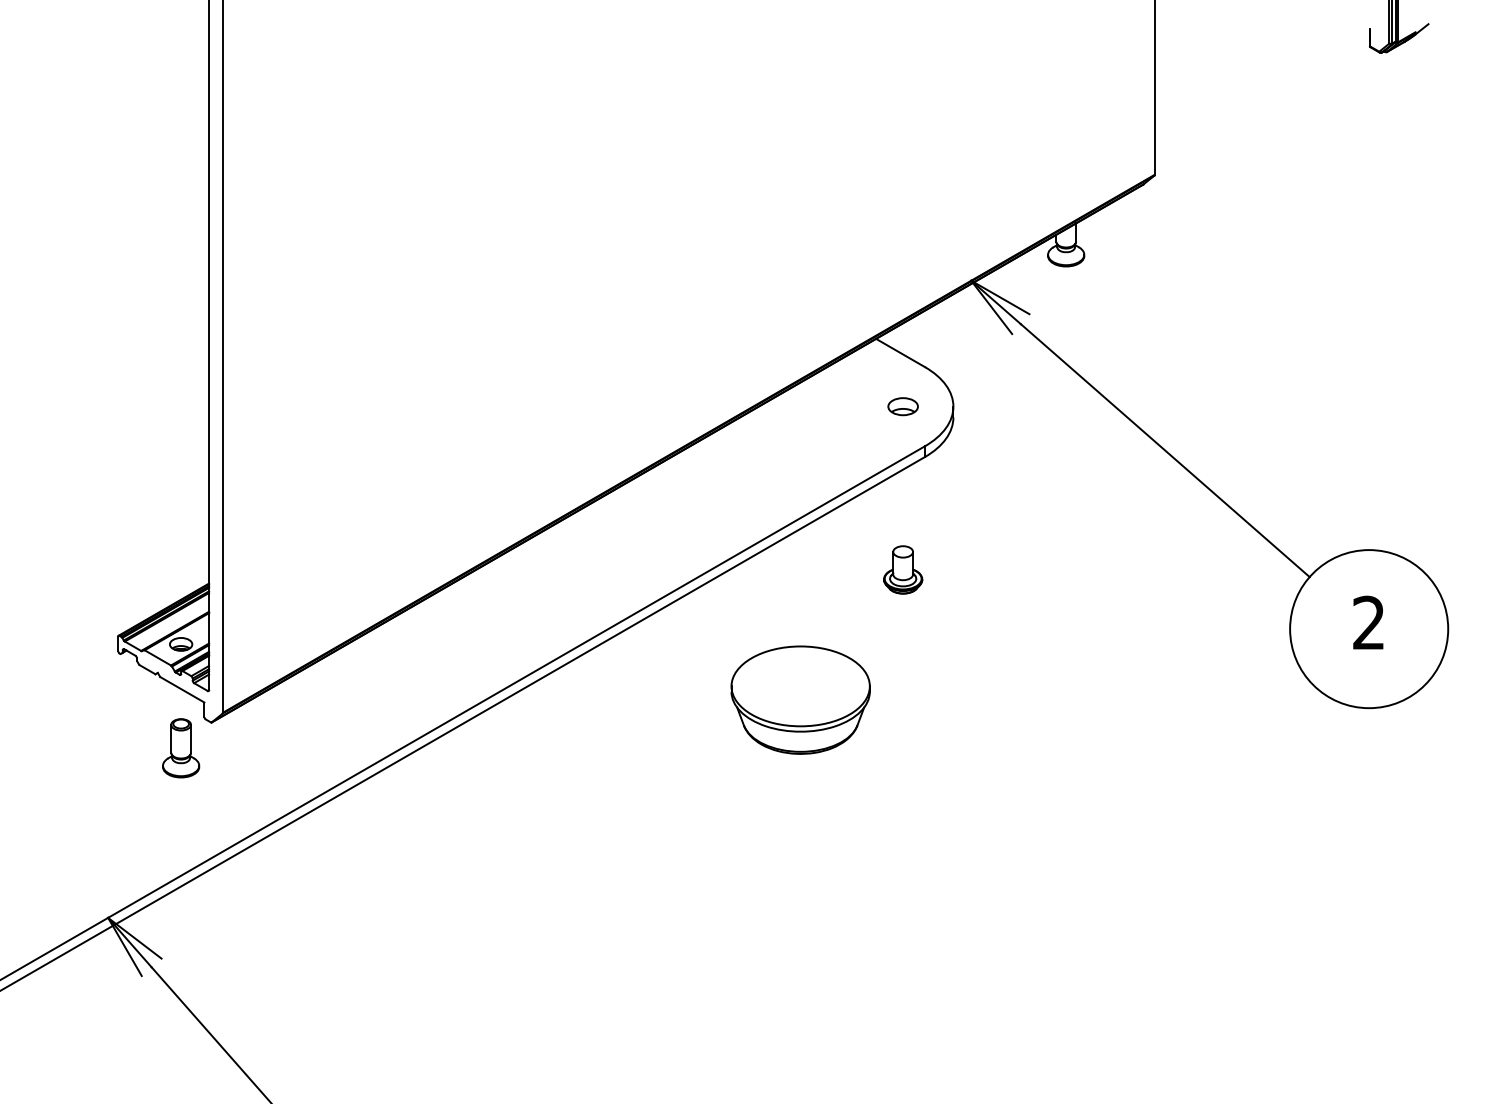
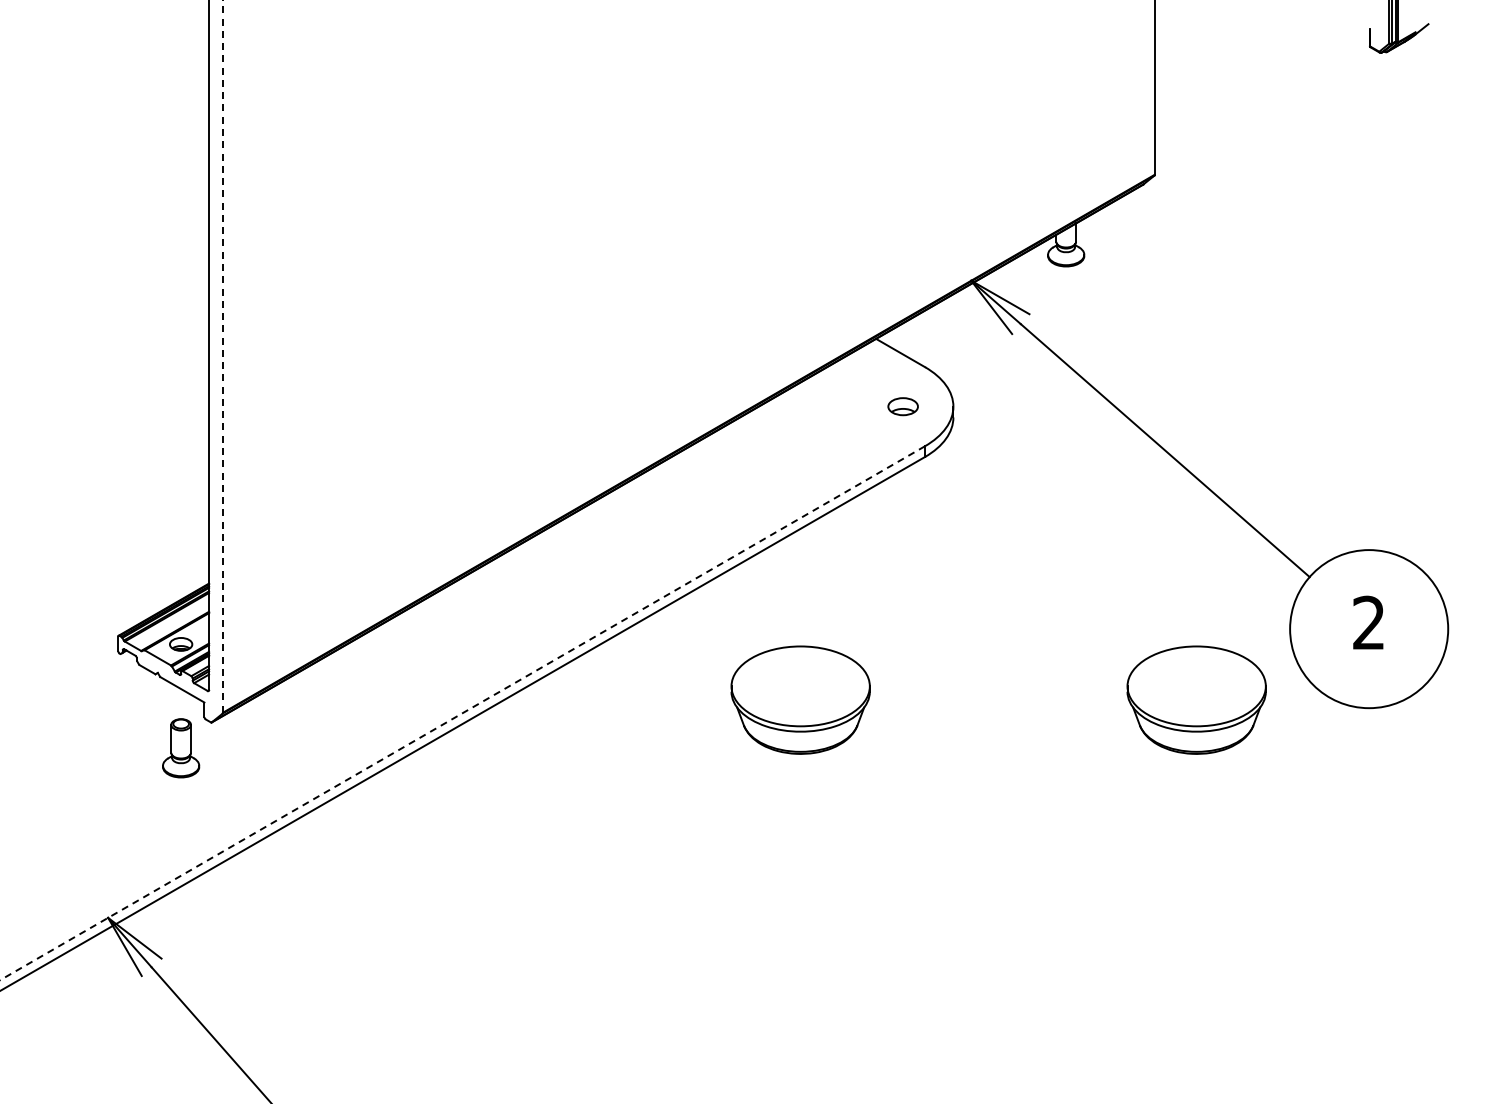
line at (223, 356): solid -> dashed
part at (903, 569): present -> none
part at (1196, 699): none -> present
line at (462, 713): solid -> dashed
